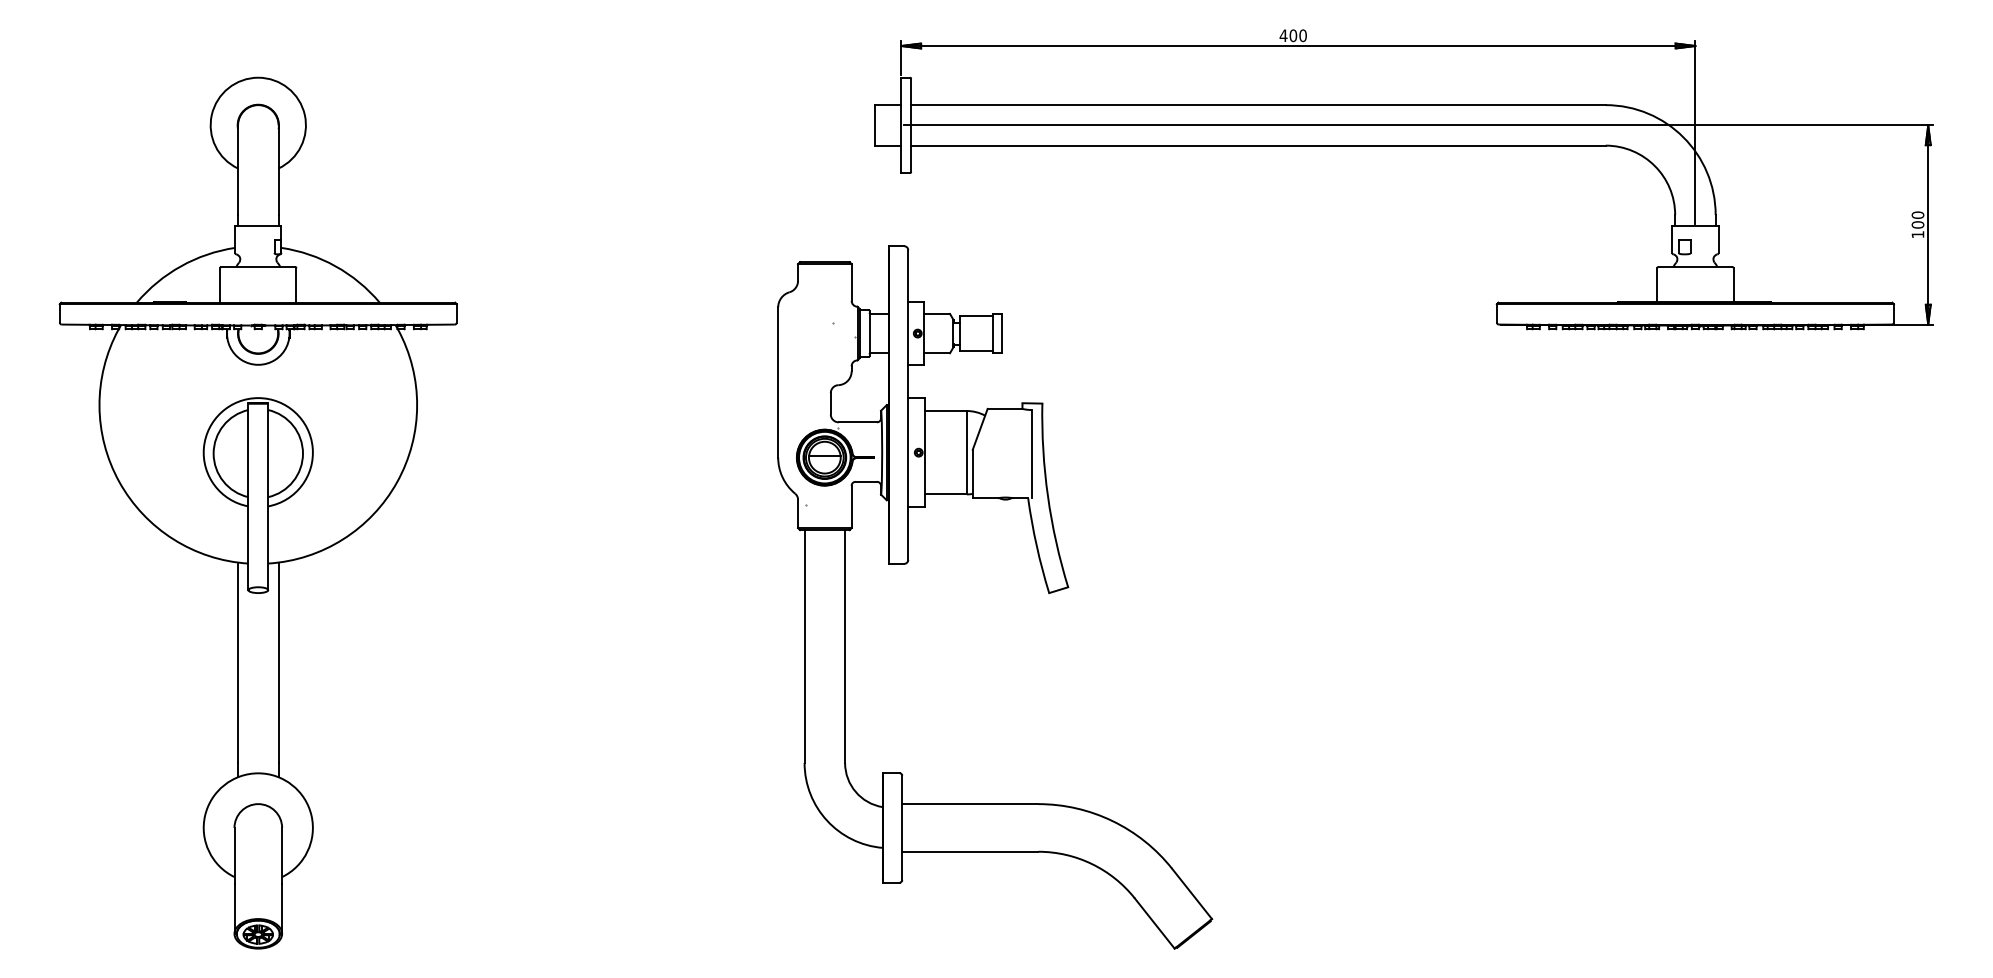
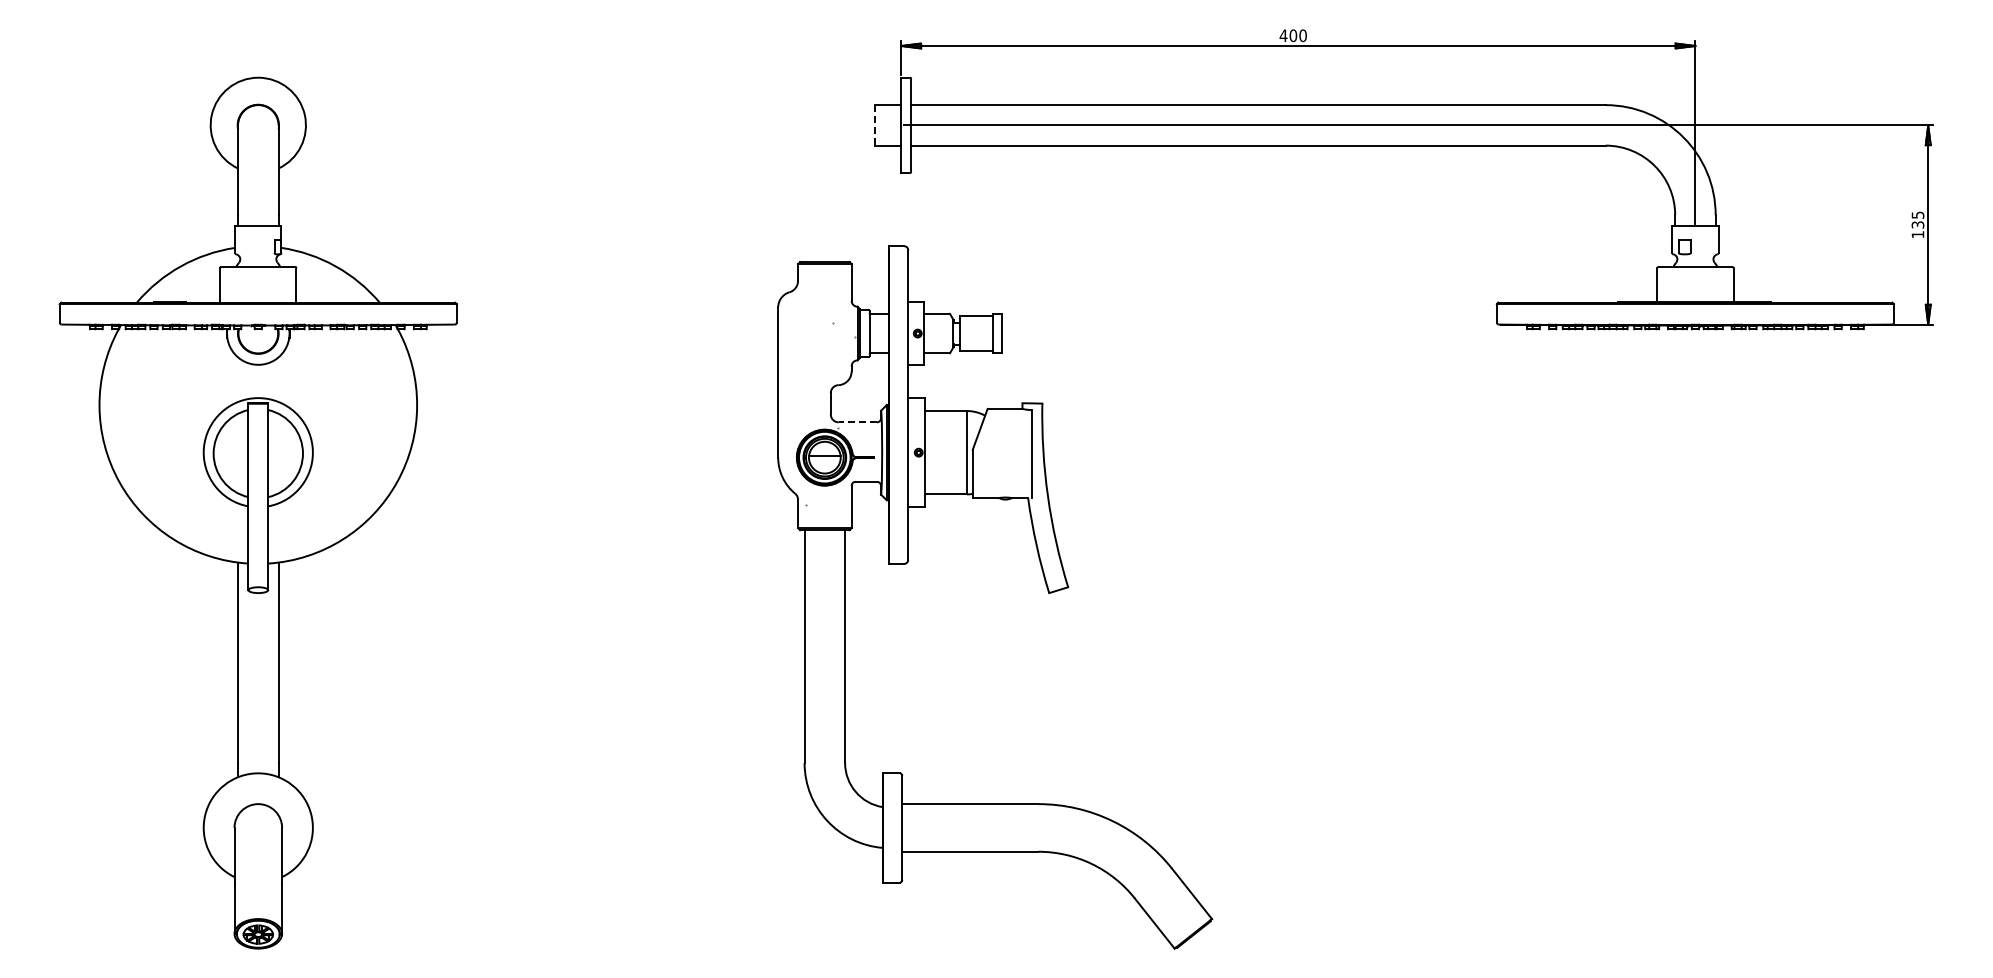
line at (875, 125): solid -> dashed
text at (1917, 219): 100 -> 135
line at (857, 422): solid -> dashed
